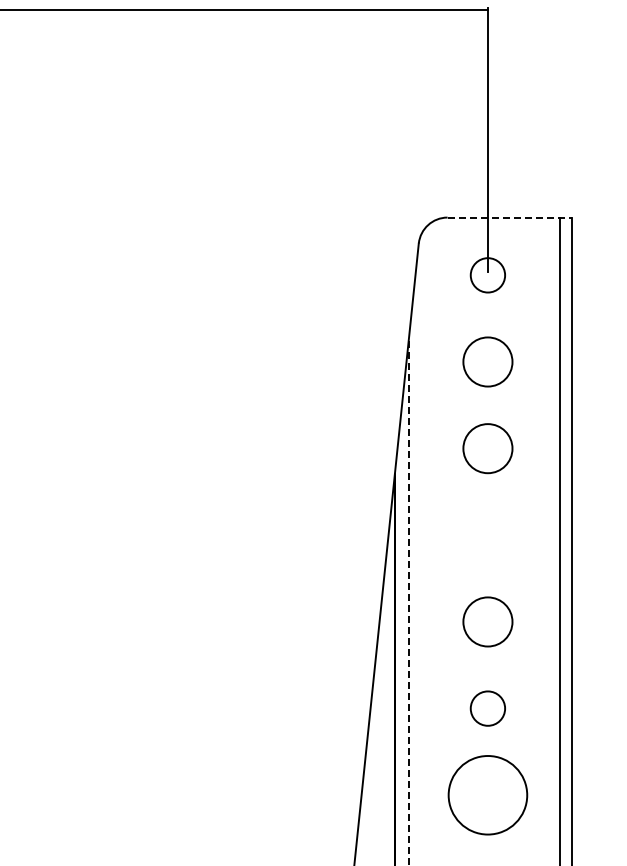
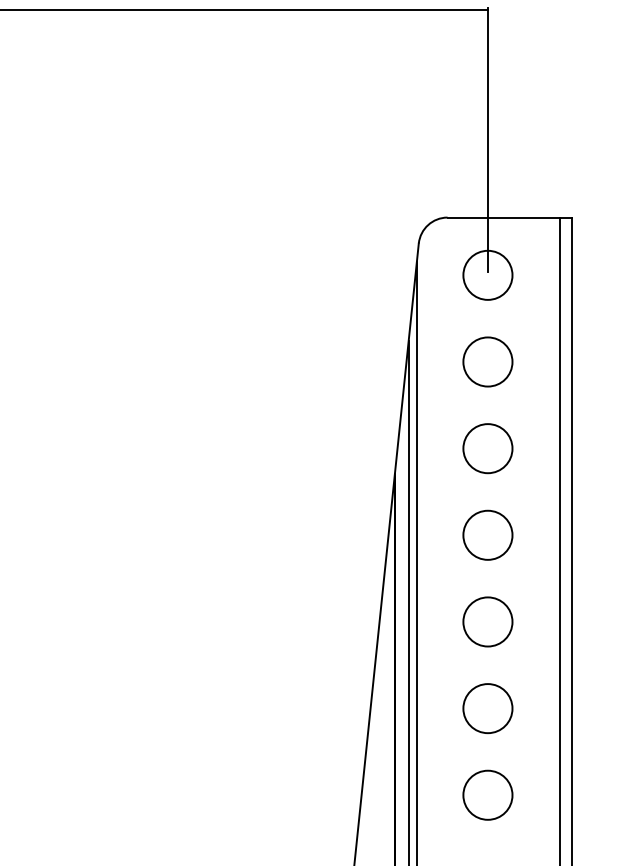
line at (510, 217): dashed -> solid
circle at (487, 275) diameter: 34 px -> 49 px
circle at (487, 534): none -> present
line at (416, 561): none -> present
line at (408, 602): dashed -> solid
circle at (487, 708) diameter: 34 px -> 49 px
circle at (487, 795) diameter: 79 px -> 49 px
